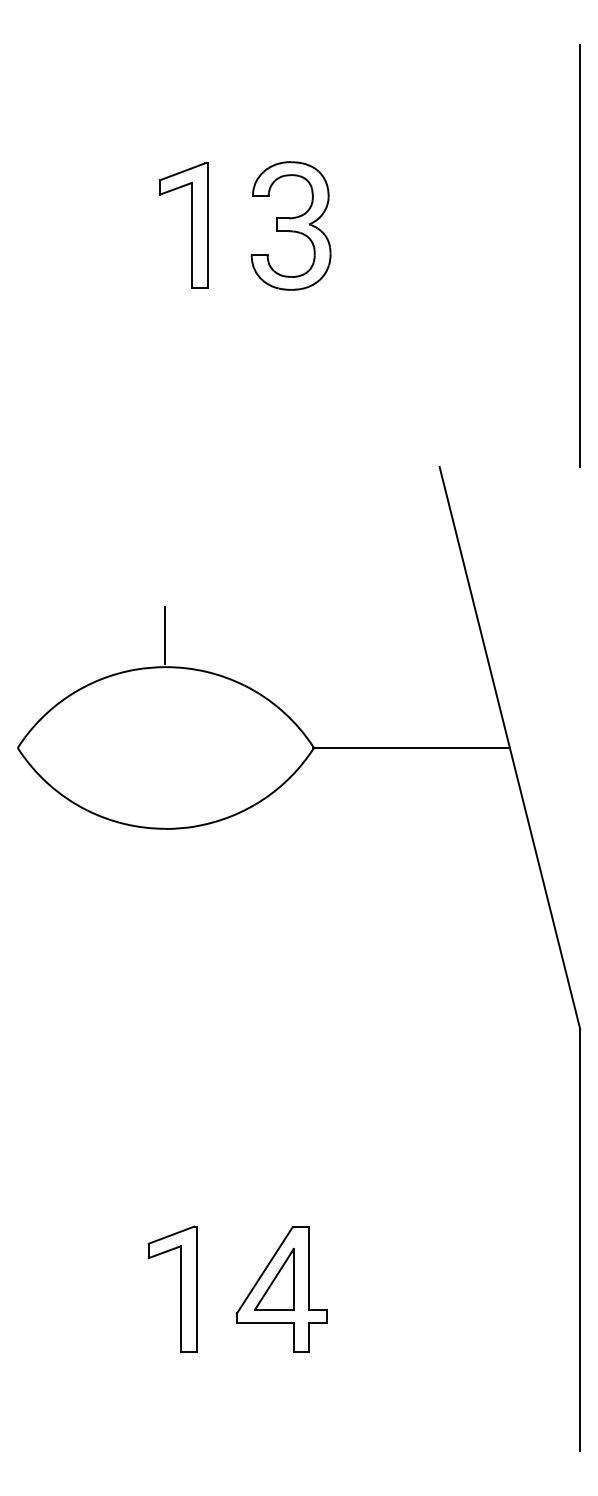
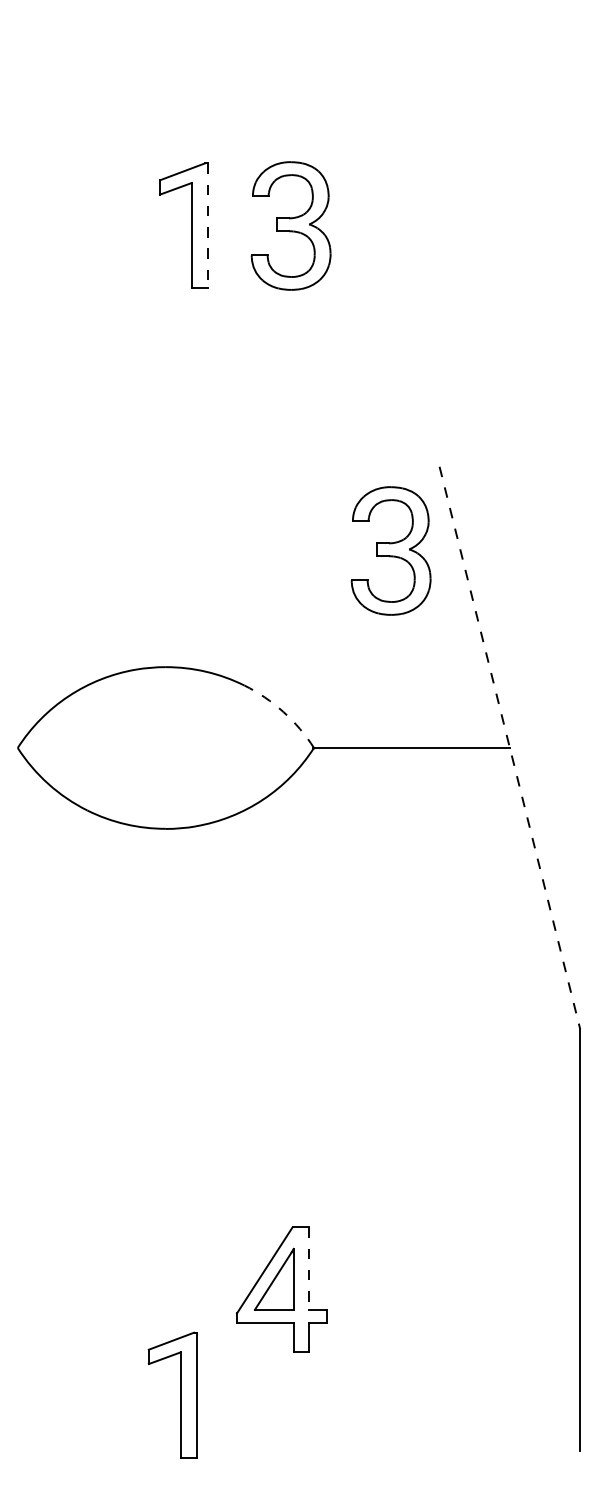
line at (207, 226): solid -> dashed
line at (580, 255): present -> none
part at (390, 550): none -> present
line at (165, 635): present -> none
arc at (283, 712): solid -> dashed
line at (509, 748): solid -> dashed
line at (309, 1269): solid -> dashed
part at (180, 1288) position: (180, 1288) -> (180, 1394)
